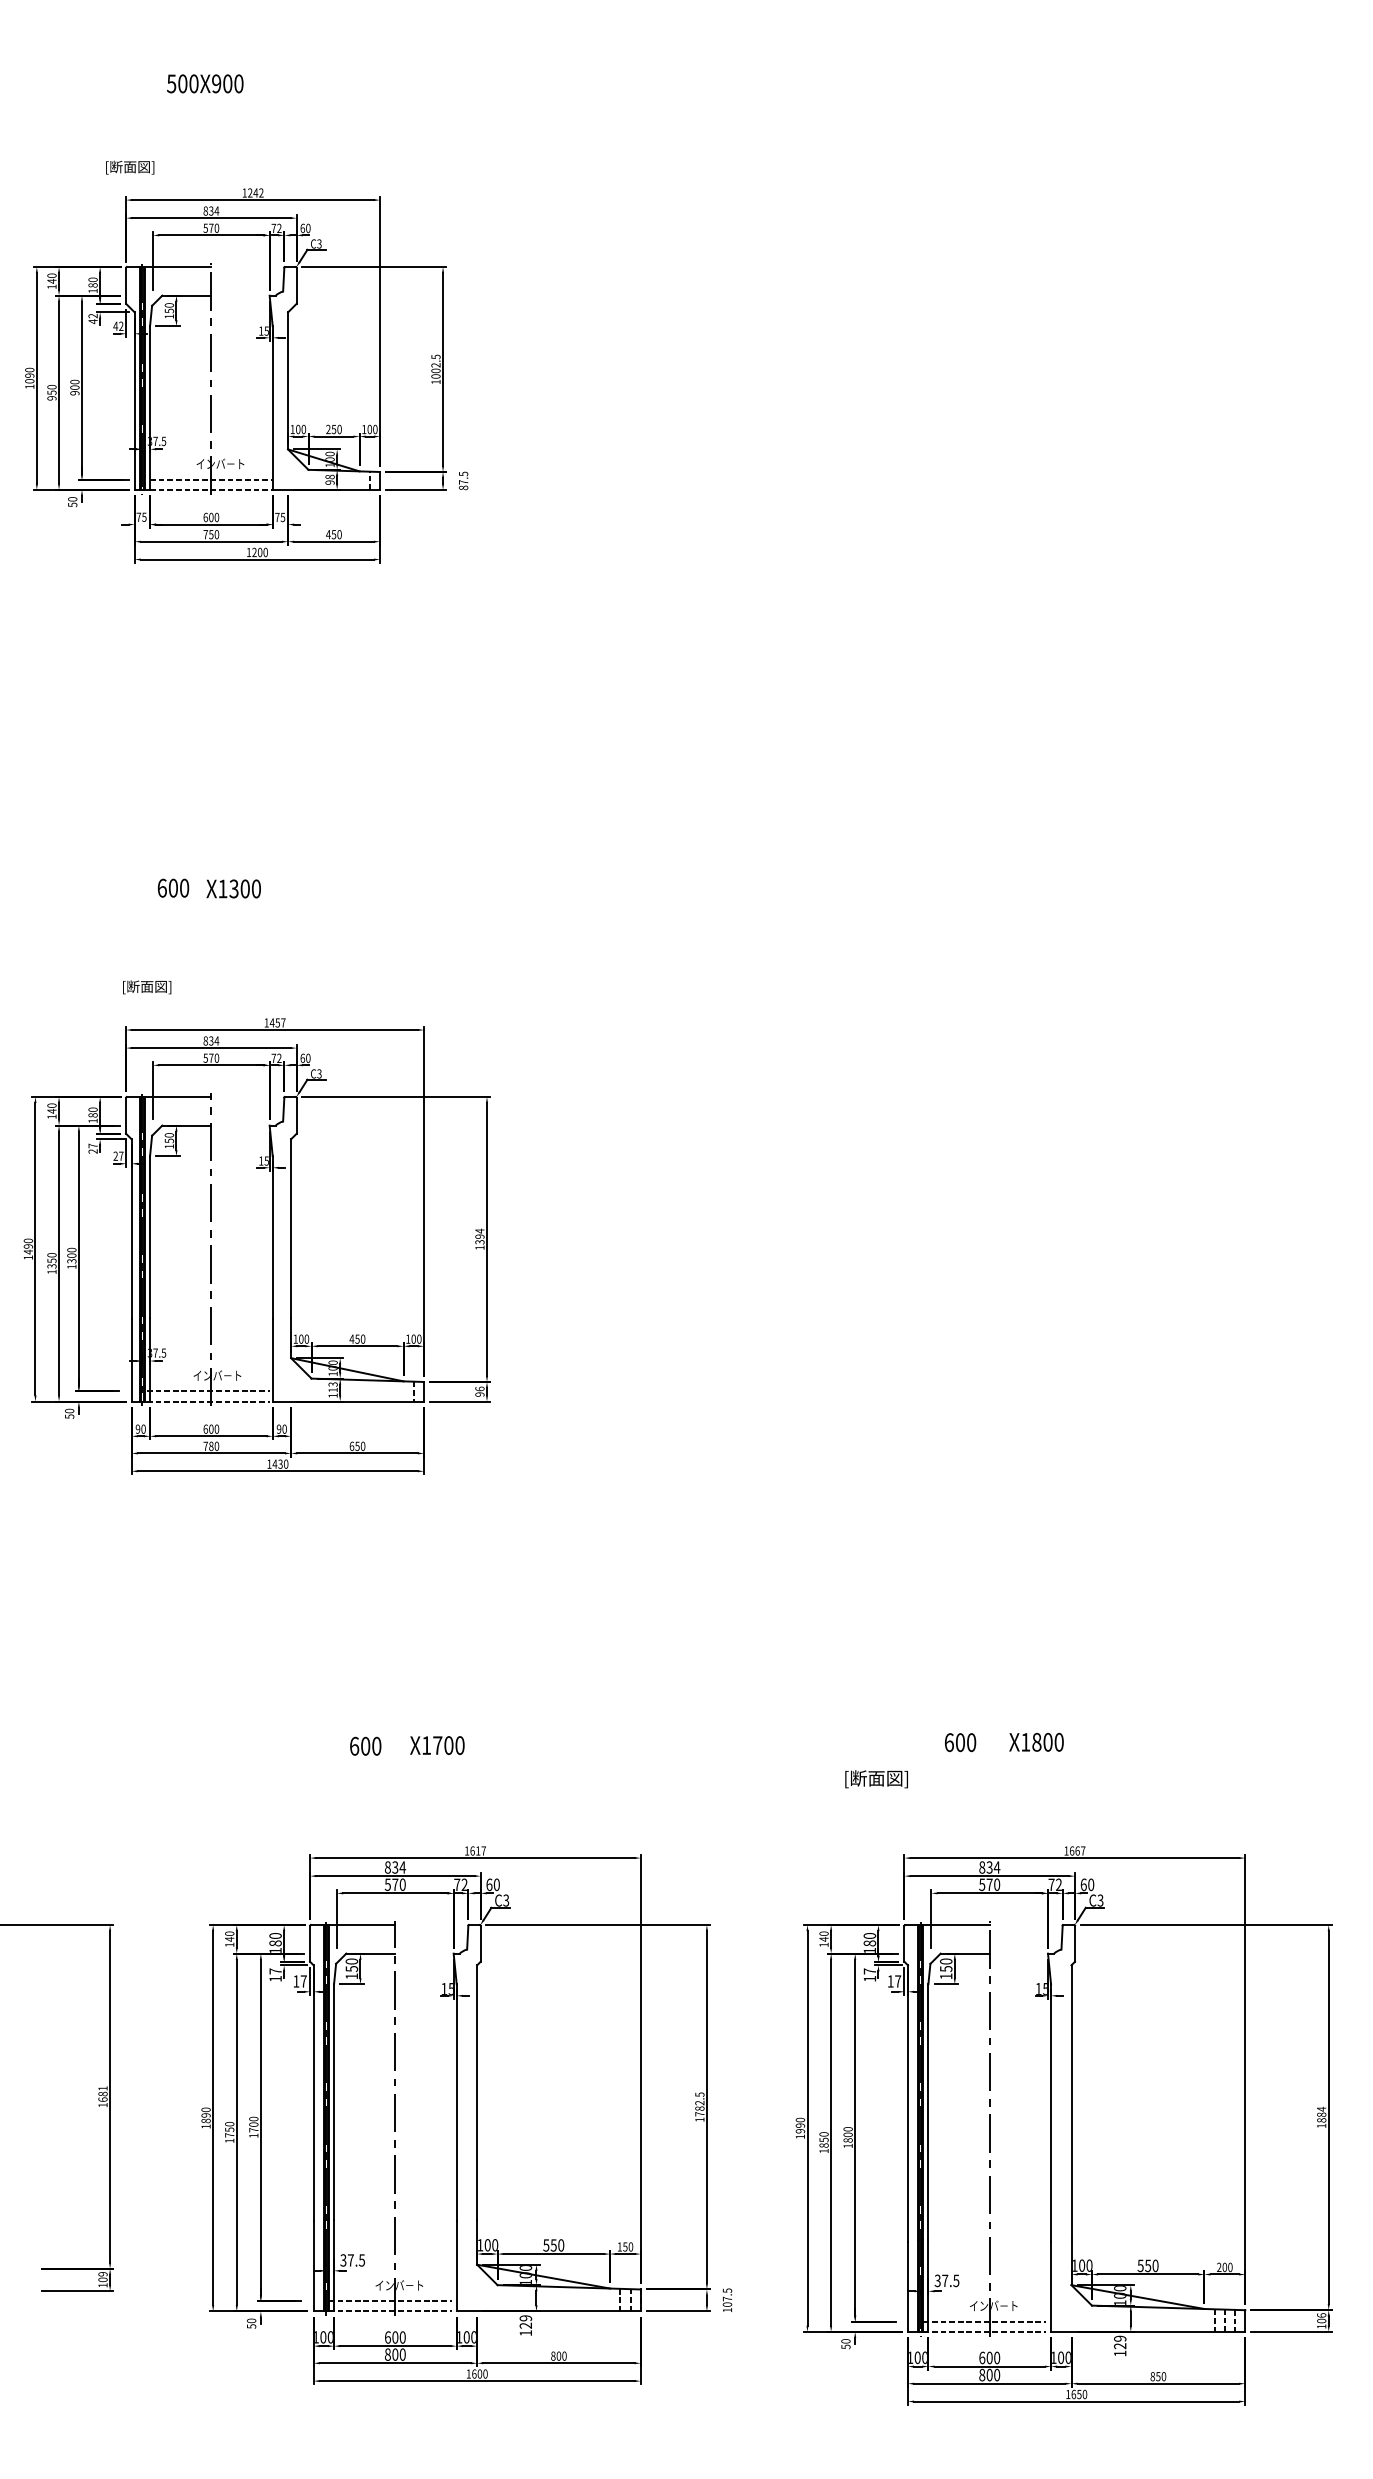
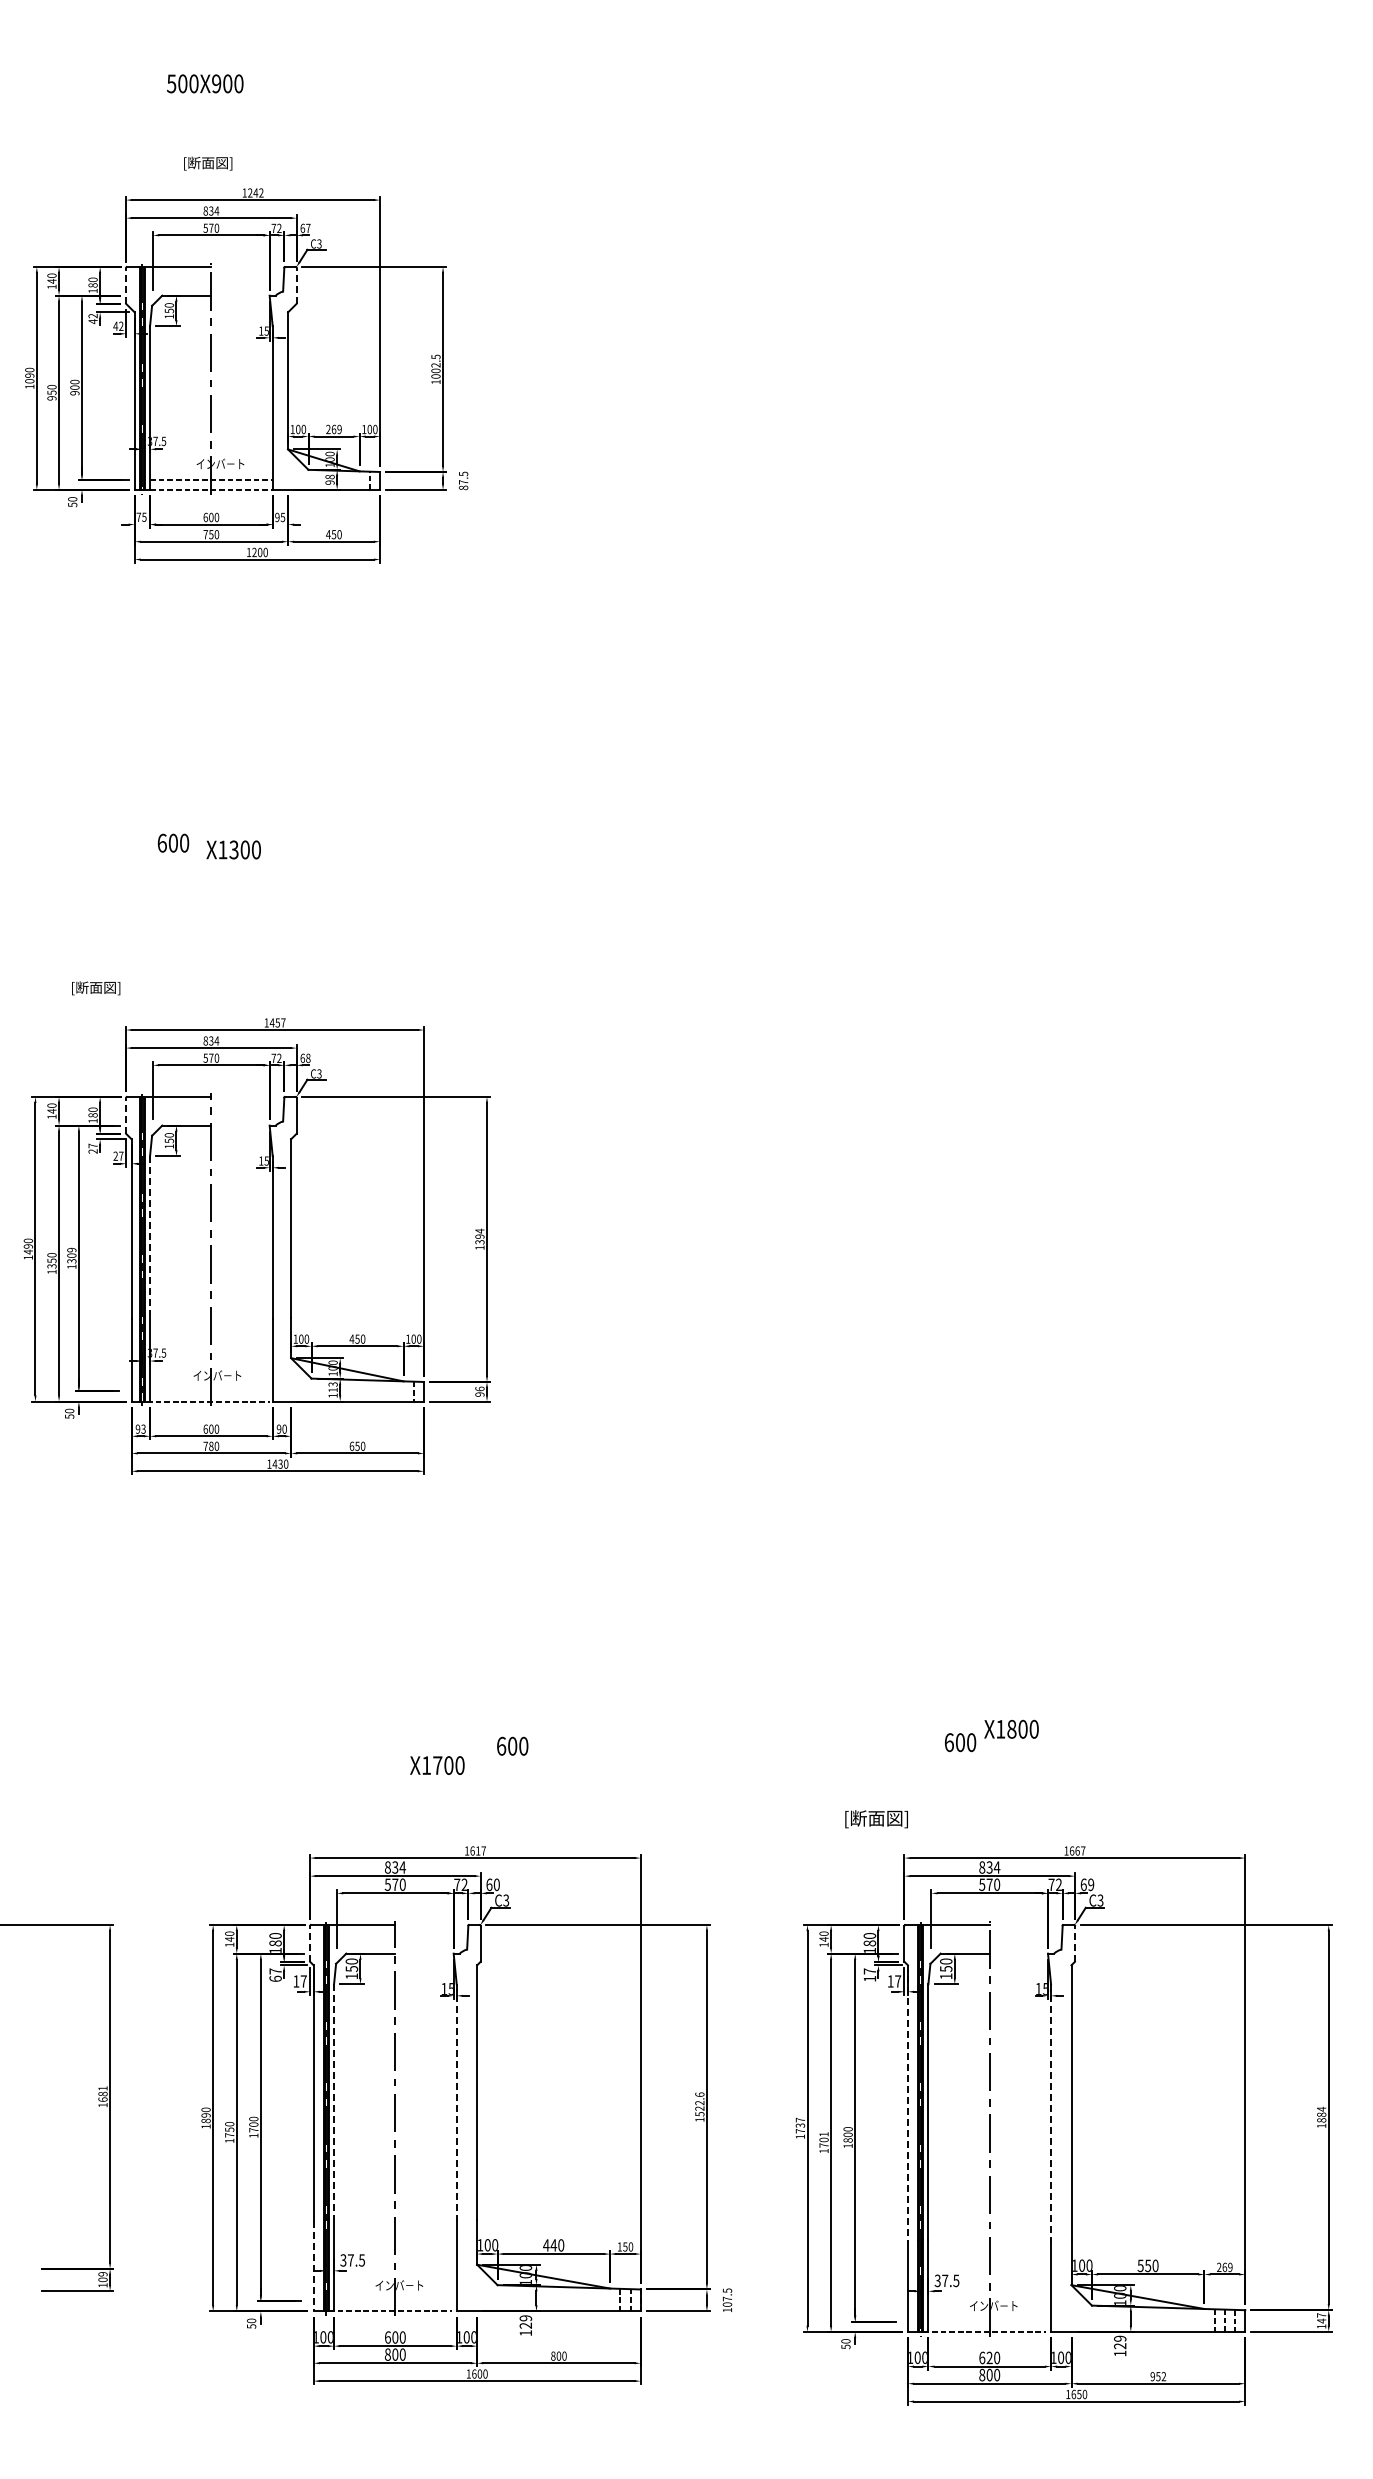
text at (130, 167) position: (130, 167) -> (208, 163)
text at (308, 228): 60 -> 67
line at (126, 285): solid -> dashed
line at (296, 285): solid -> dashed
text at (336, 429): 250 -> 269
text at (277, 517): 75 -> 95
text at (173, 887) position: (173, 887) -> (173, 842)
text at (233, 888) position: (233, 888) -> (233, 849)
text at (147, 987) position: (147, 987) -> (96, 988)
text at (308, 1058): 60 -> 68
line at (126, 1115): solid -> dashed
line at (150, 1237): solid -> dashed
text at (71, 1250): 1300 -> 1309
line at (207, 1391): present -> none
text at (143, 1428): 90 -> 93
text at (1036, 1741) position: (1036, 1741) -> (1011, 1728)
text at (365, 1745) position: (365, 1745) -> (512, 1745)
text at (437, 1745) position: (437, 1745) -> (437, 1765)
text at (876, 1779) position: (876, 1779) -> (876, 1819)
text at (1091, 1884): 60 -> 69
line at (310, 1943): solid -> dashed
line at (1074, 1943): solid -> dashed
text at (275, 1978): 17 -> 67
line at (334, 2102): solid -> dashed
line at (456, 2103): solid -> dashed
line at (907, 2103): solid -> dashed
text at (699, 2104): 1782.5 -> 1522.6
line at (1051, 2112): solid -> dashed
text at (800, 2125): 1990 -> 1737
text at (823, 2139): 1850 -> 1701
text at (550, 2245): 550 -> 440
line at (313, 2266): solid -> dashed
text at (1227, 2266): 200 -> 269
line at (389, 2301): present -> none
text at (1321, 2318): 106 -> 147
line at (984, 2321): present -> none
text at (989, 2357): 600 -> 620
text at (1158, 2376): 850 -> 952
